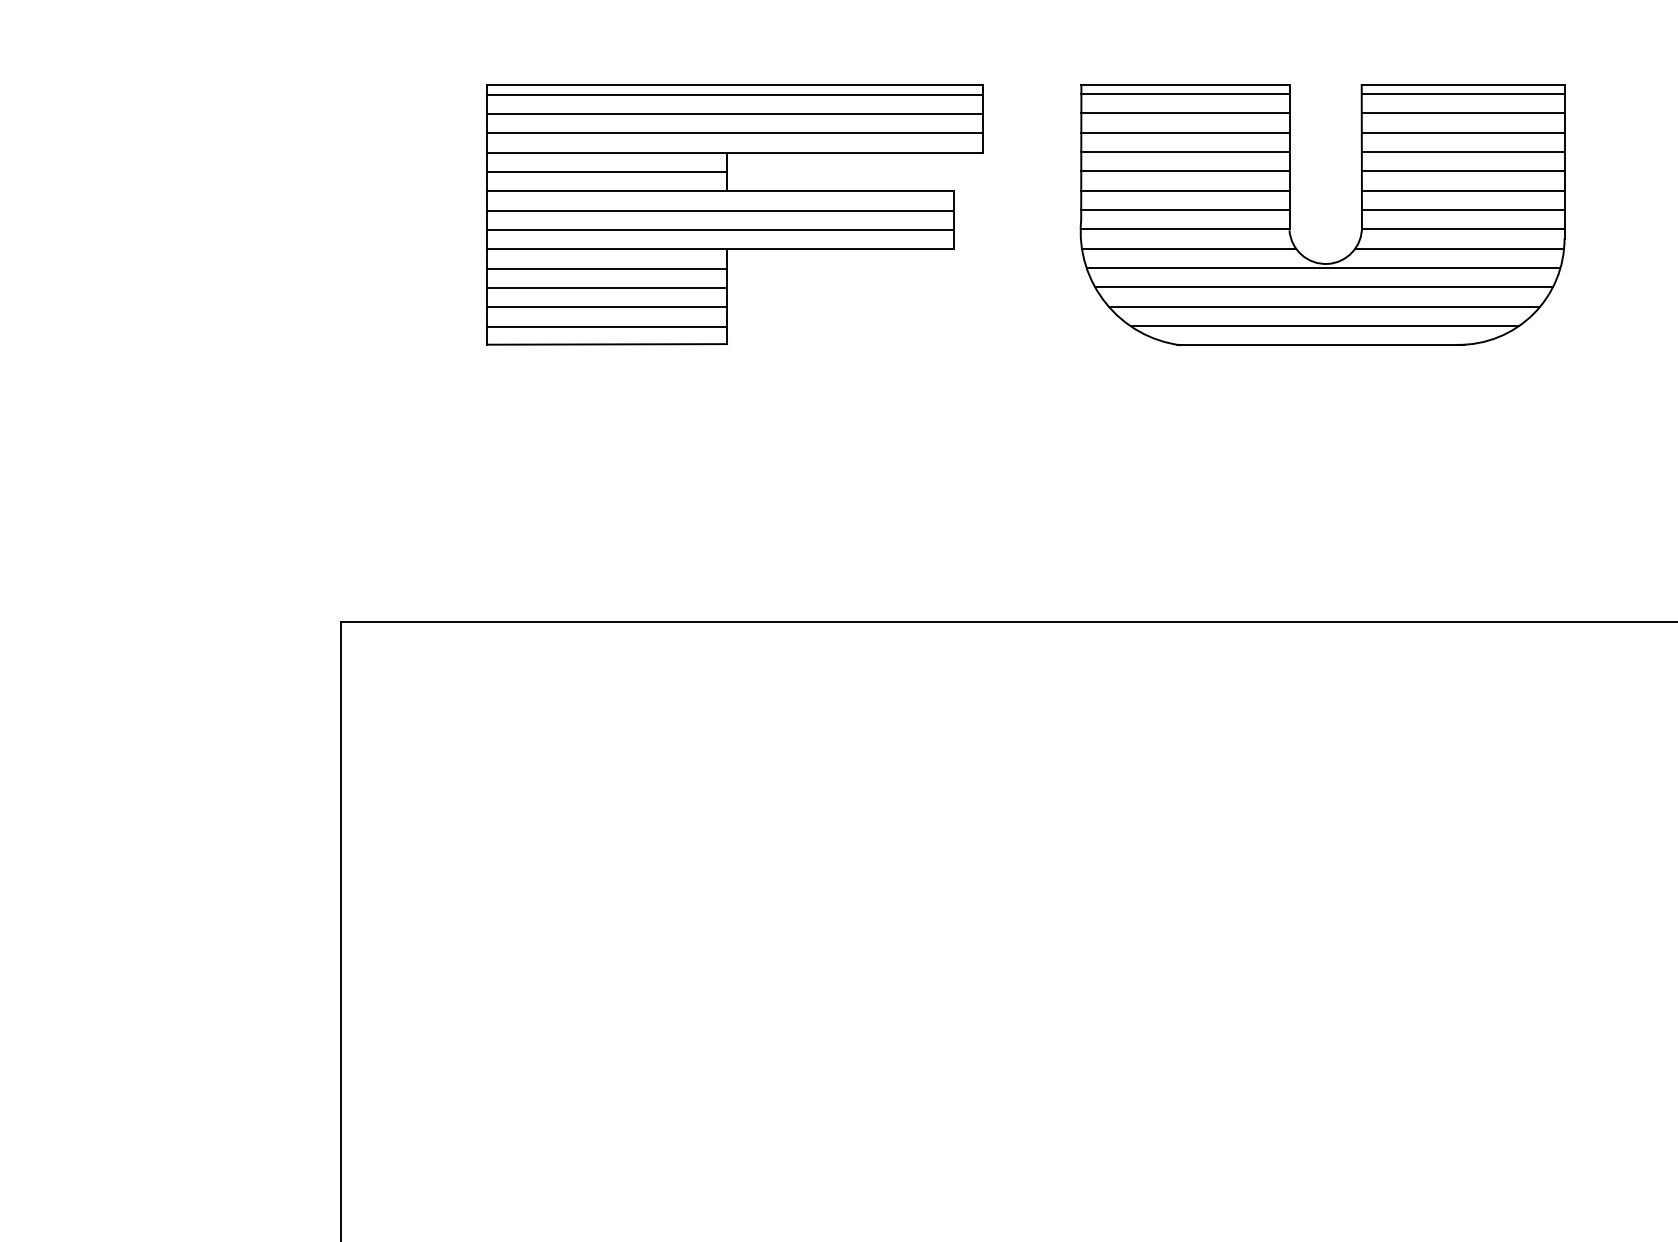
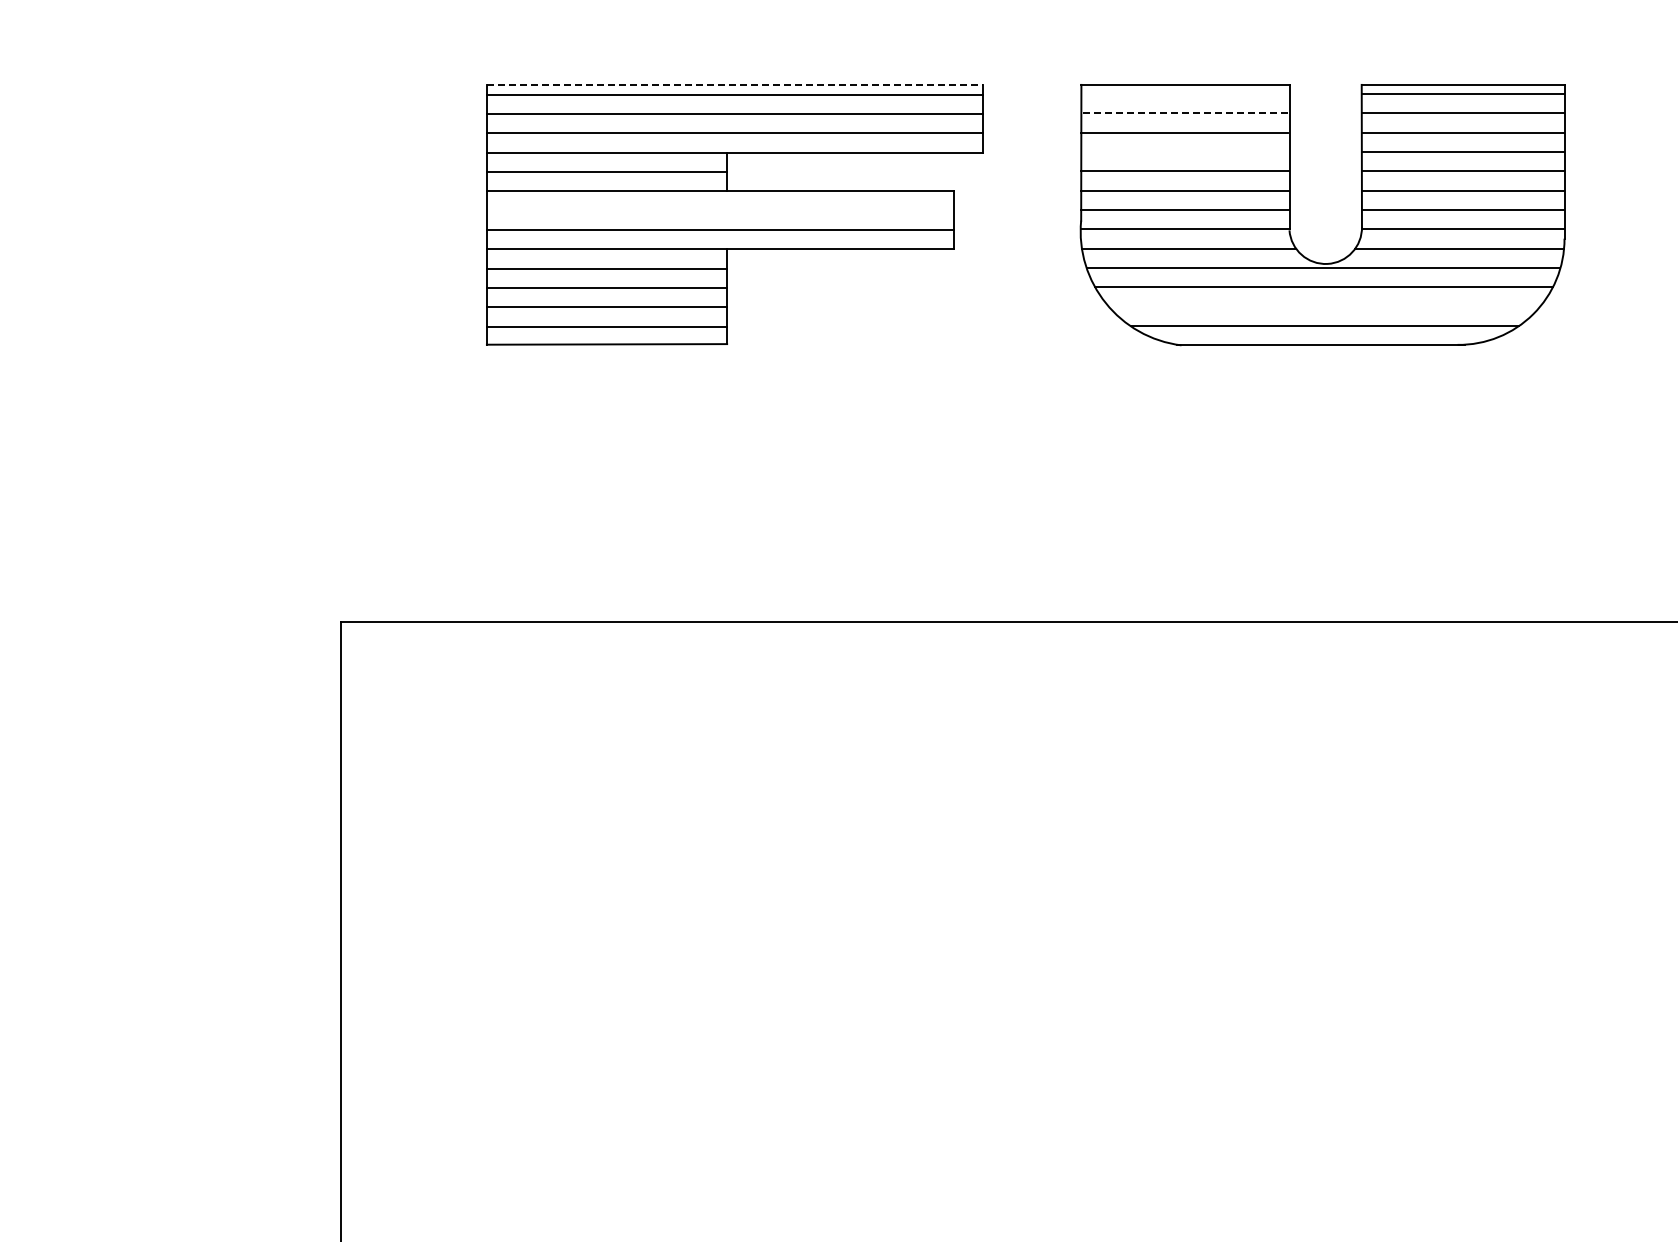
line at (734, 84): solid -> dashed
line at (1184, 93): present -> none
line at (1184, 113): solid -> dashed
line at (1184, 151): present -> none
line at (719, 210): present -> none
line at (1324, 306): present -> none
